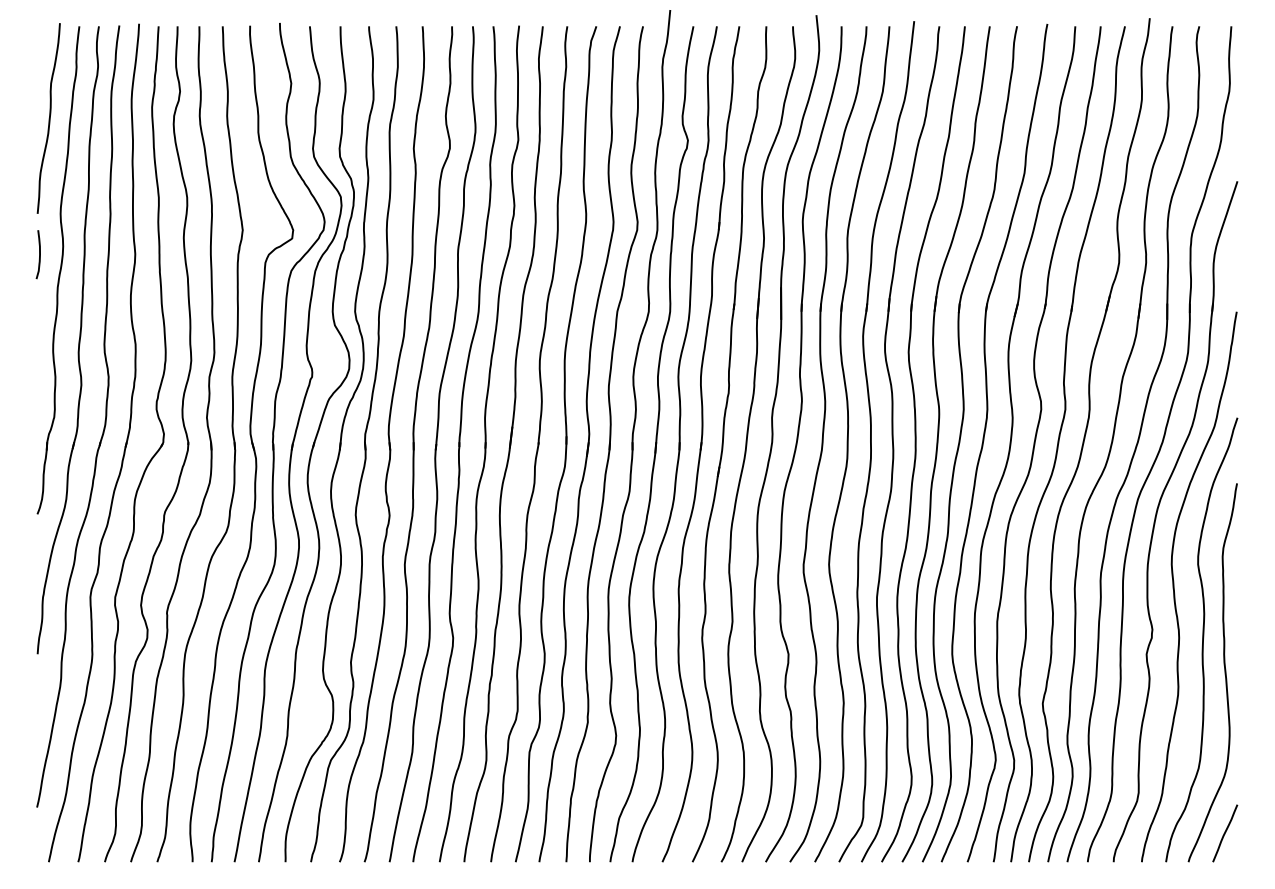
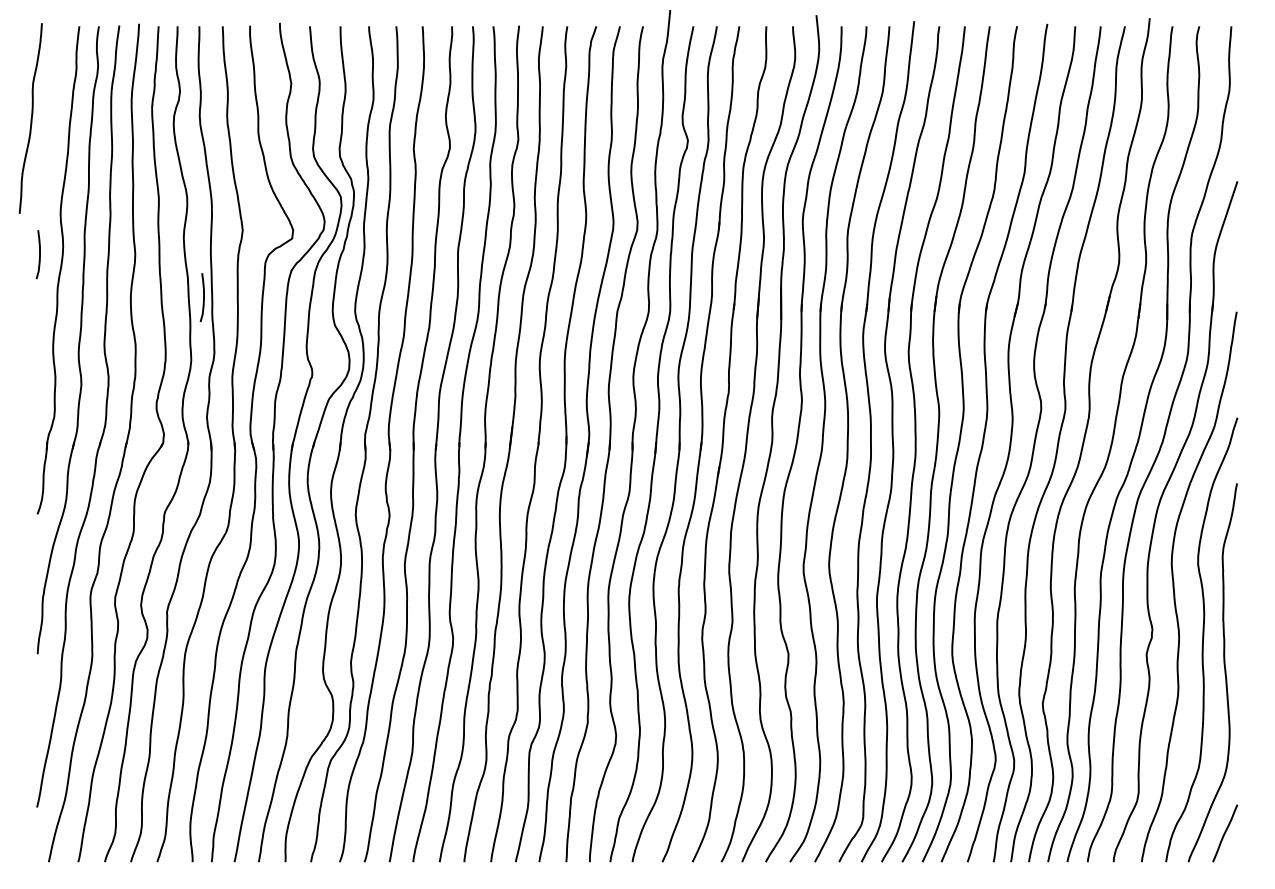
curve at (48, 118) position: (48, 118) -> (30, 118)
curve at (203, 297): none -> present
